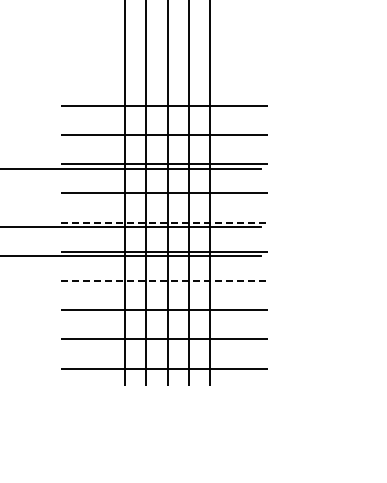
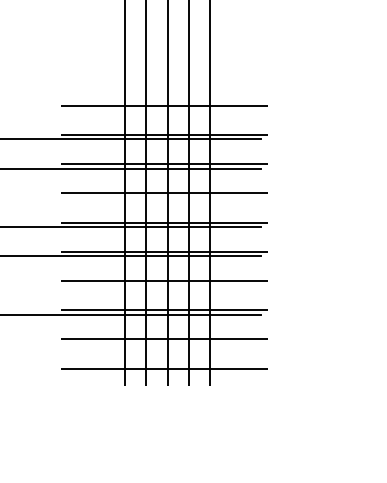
line at (131, 139): none -> present
line at (164, 222): dashed -> solid
line at (164, 280): dashed -> solid
line at (131, 314): none -> present
